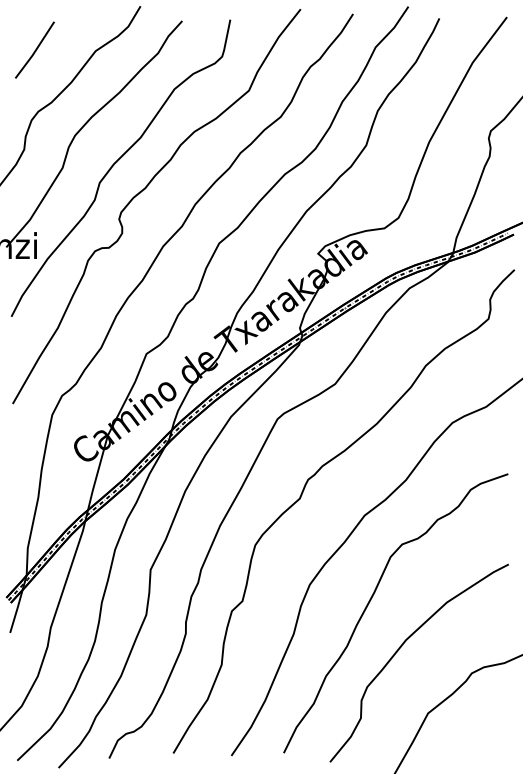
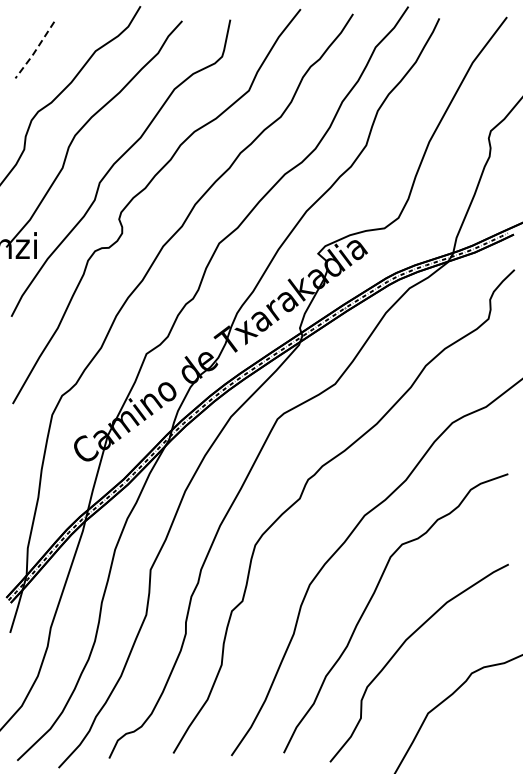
line at (35, 51): solid -> dashed
